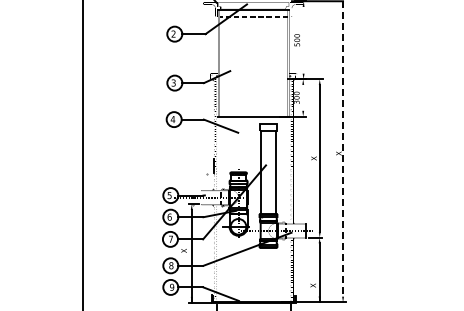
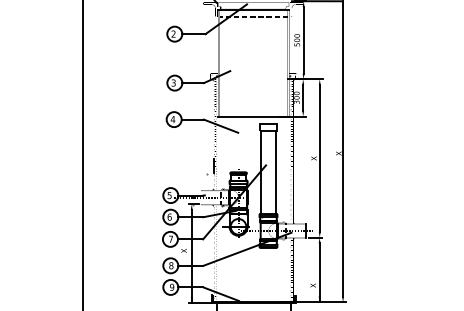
line at (303, 40): none -> present
line at (303, 97): none -> present
line at (343, 148): dashed -> solid
